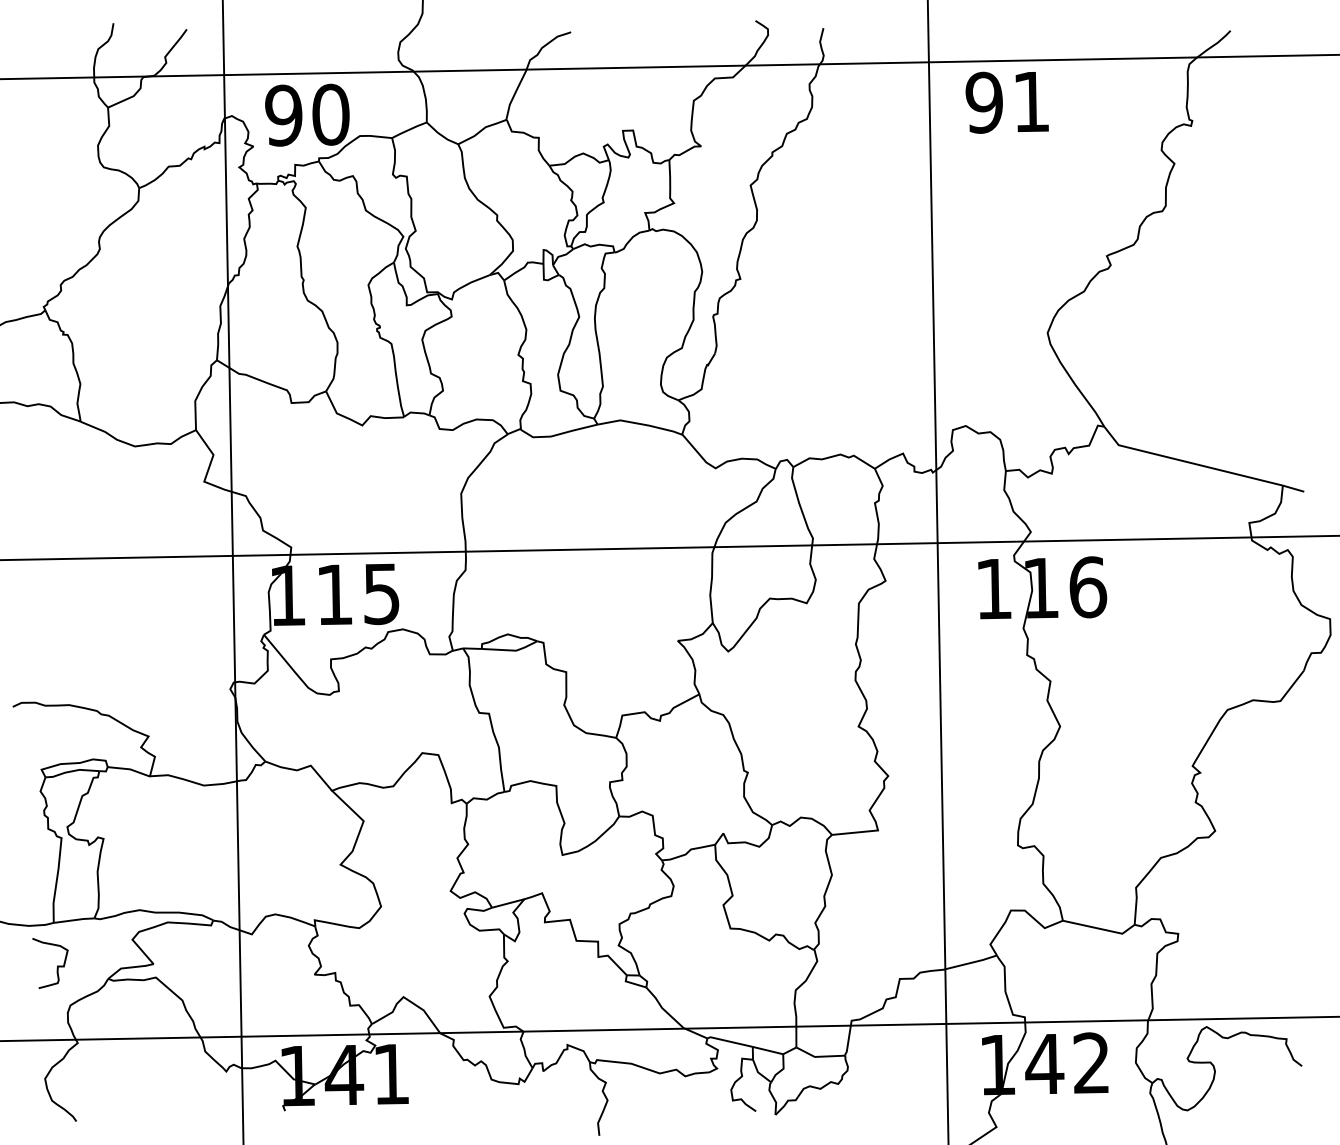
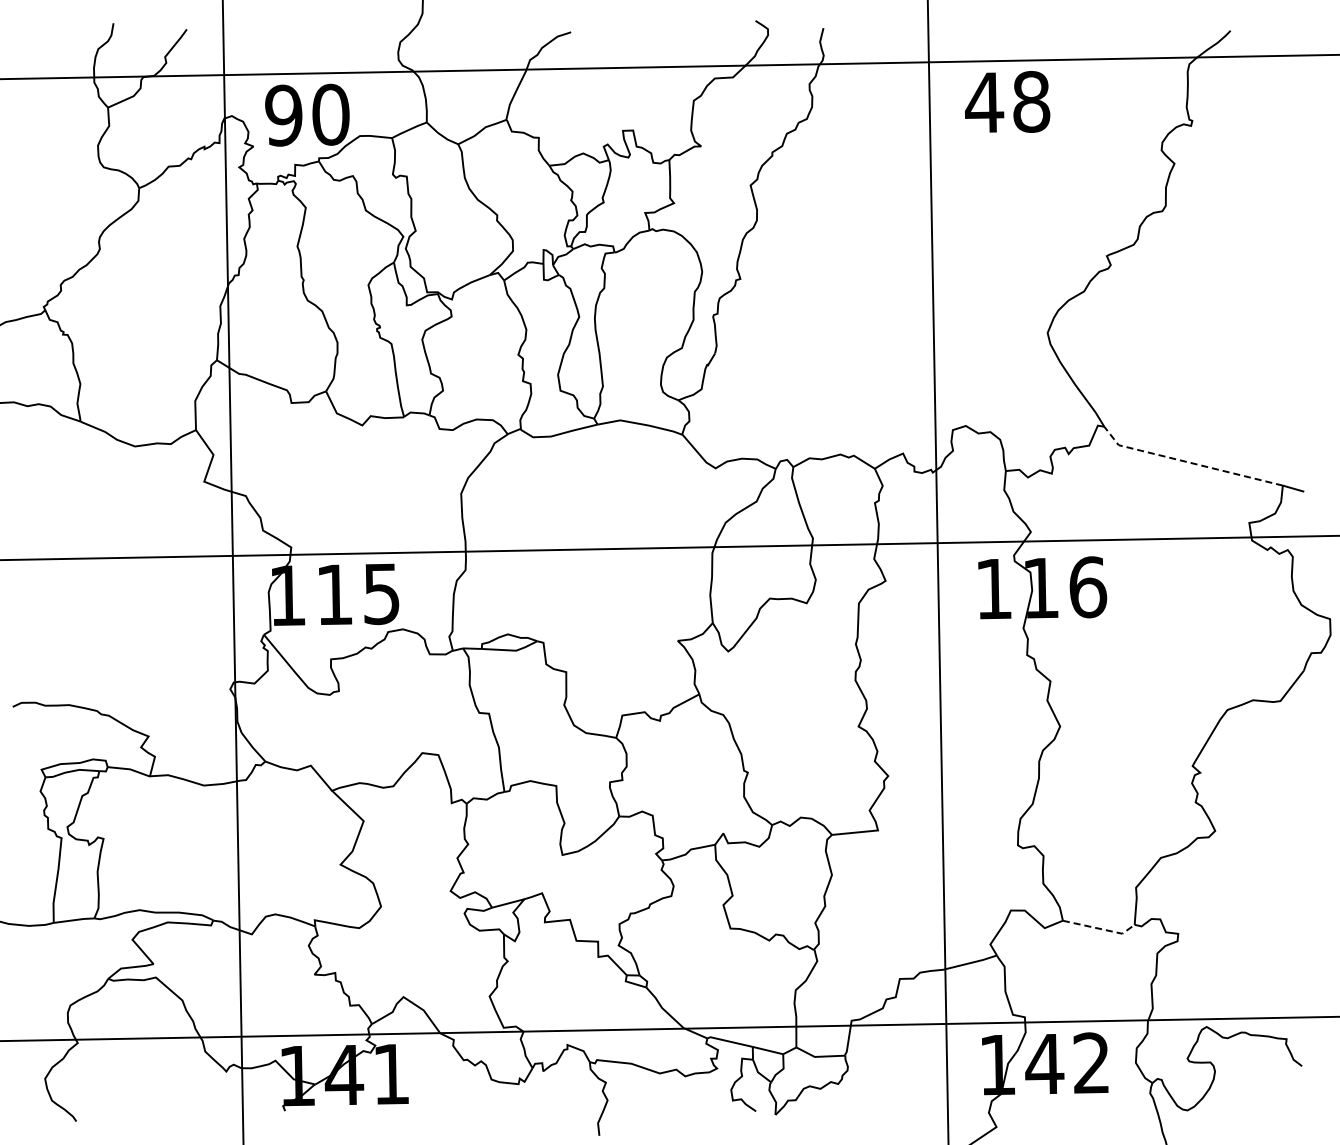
text at (1007, 102): 91 -> 48
line at (1188, 462): solid -> dashed
line at (1100, 929): solid -> dashed
curve at (57, 965): present -> none
